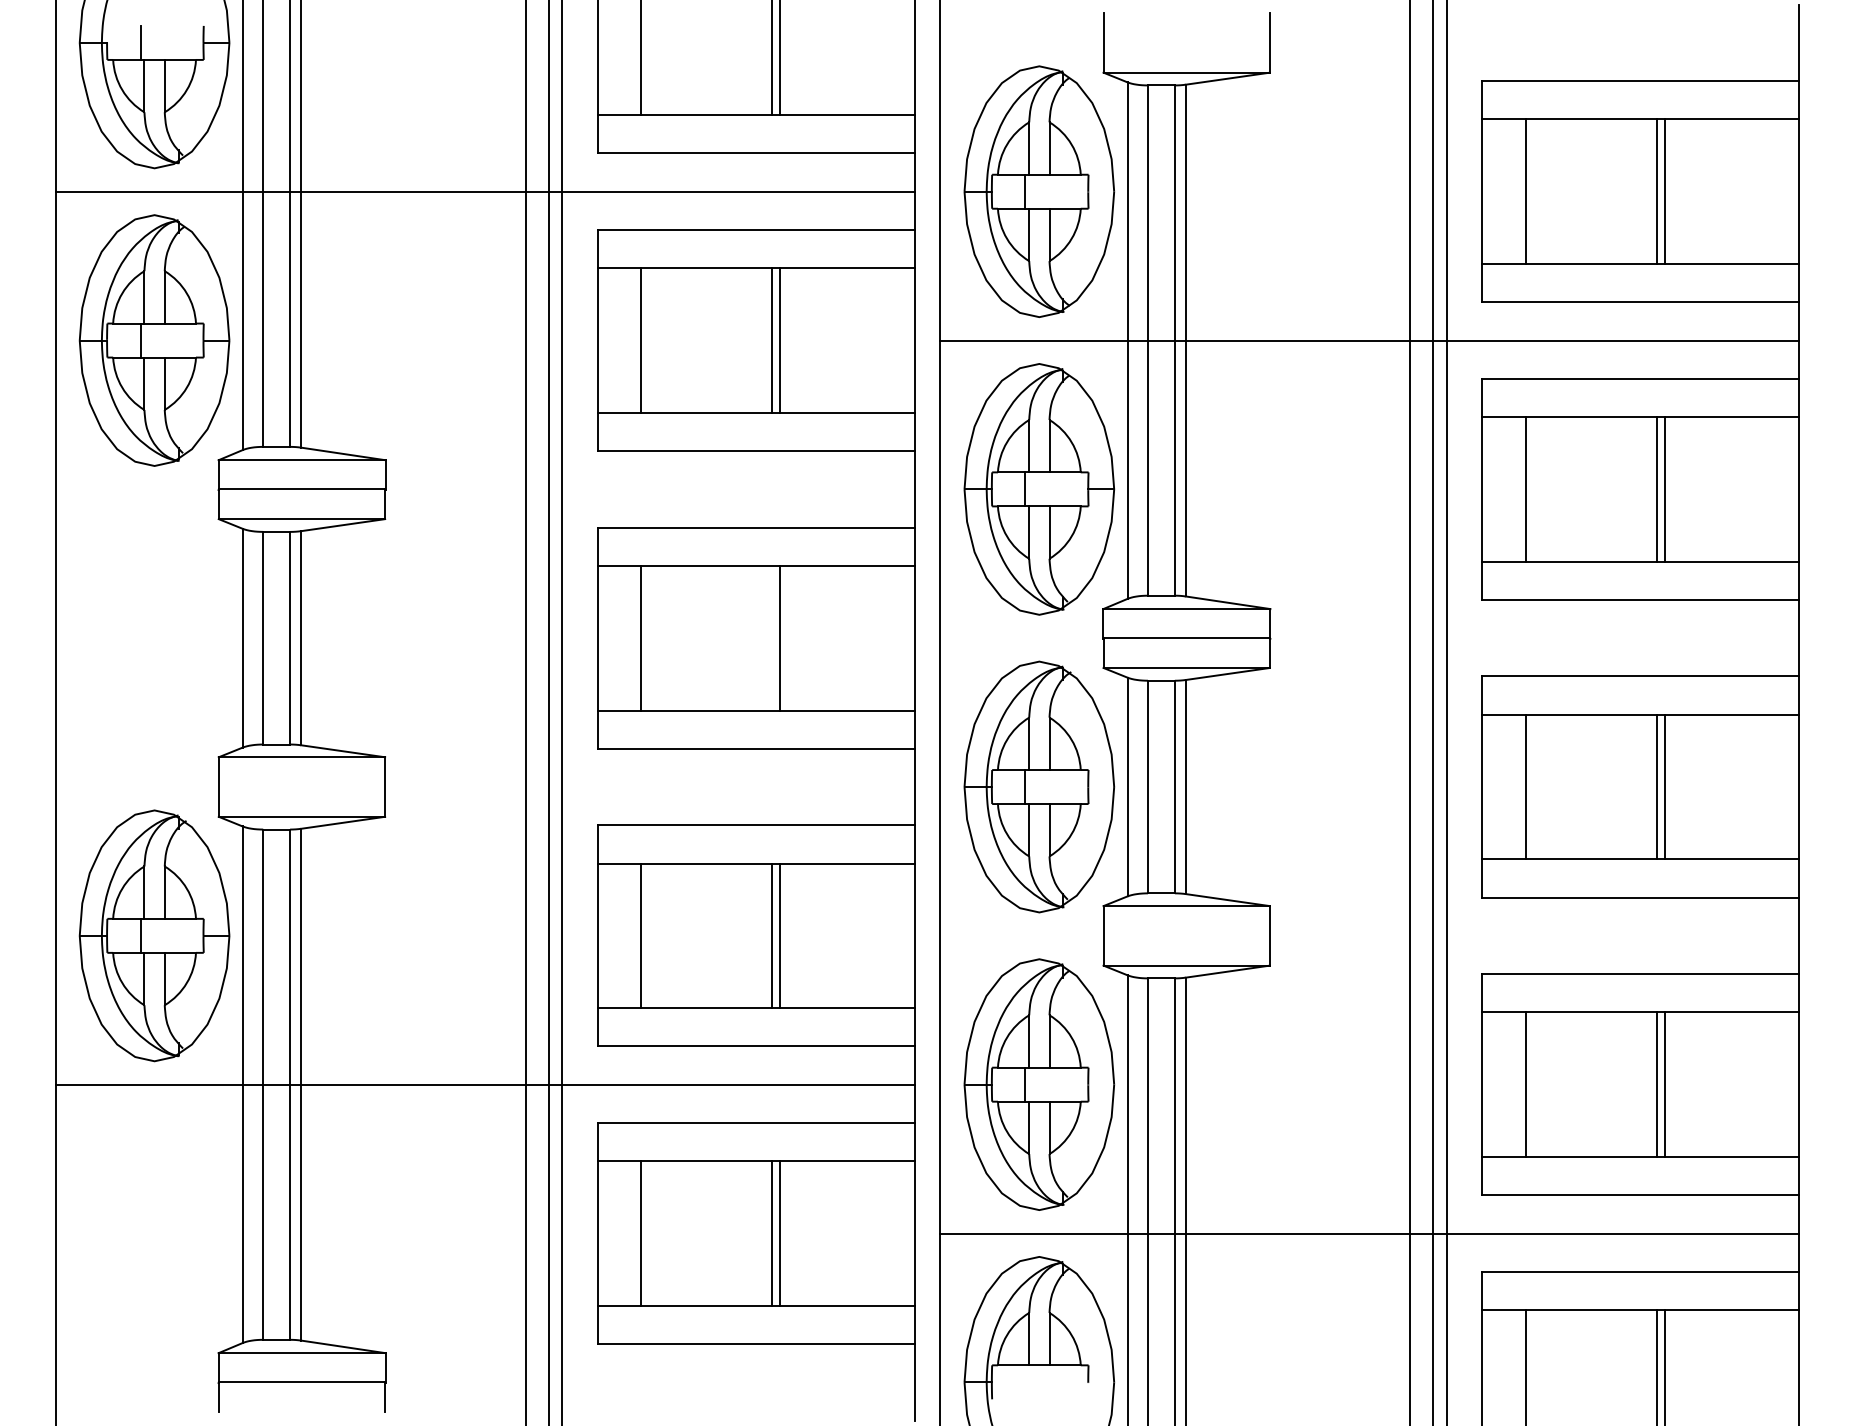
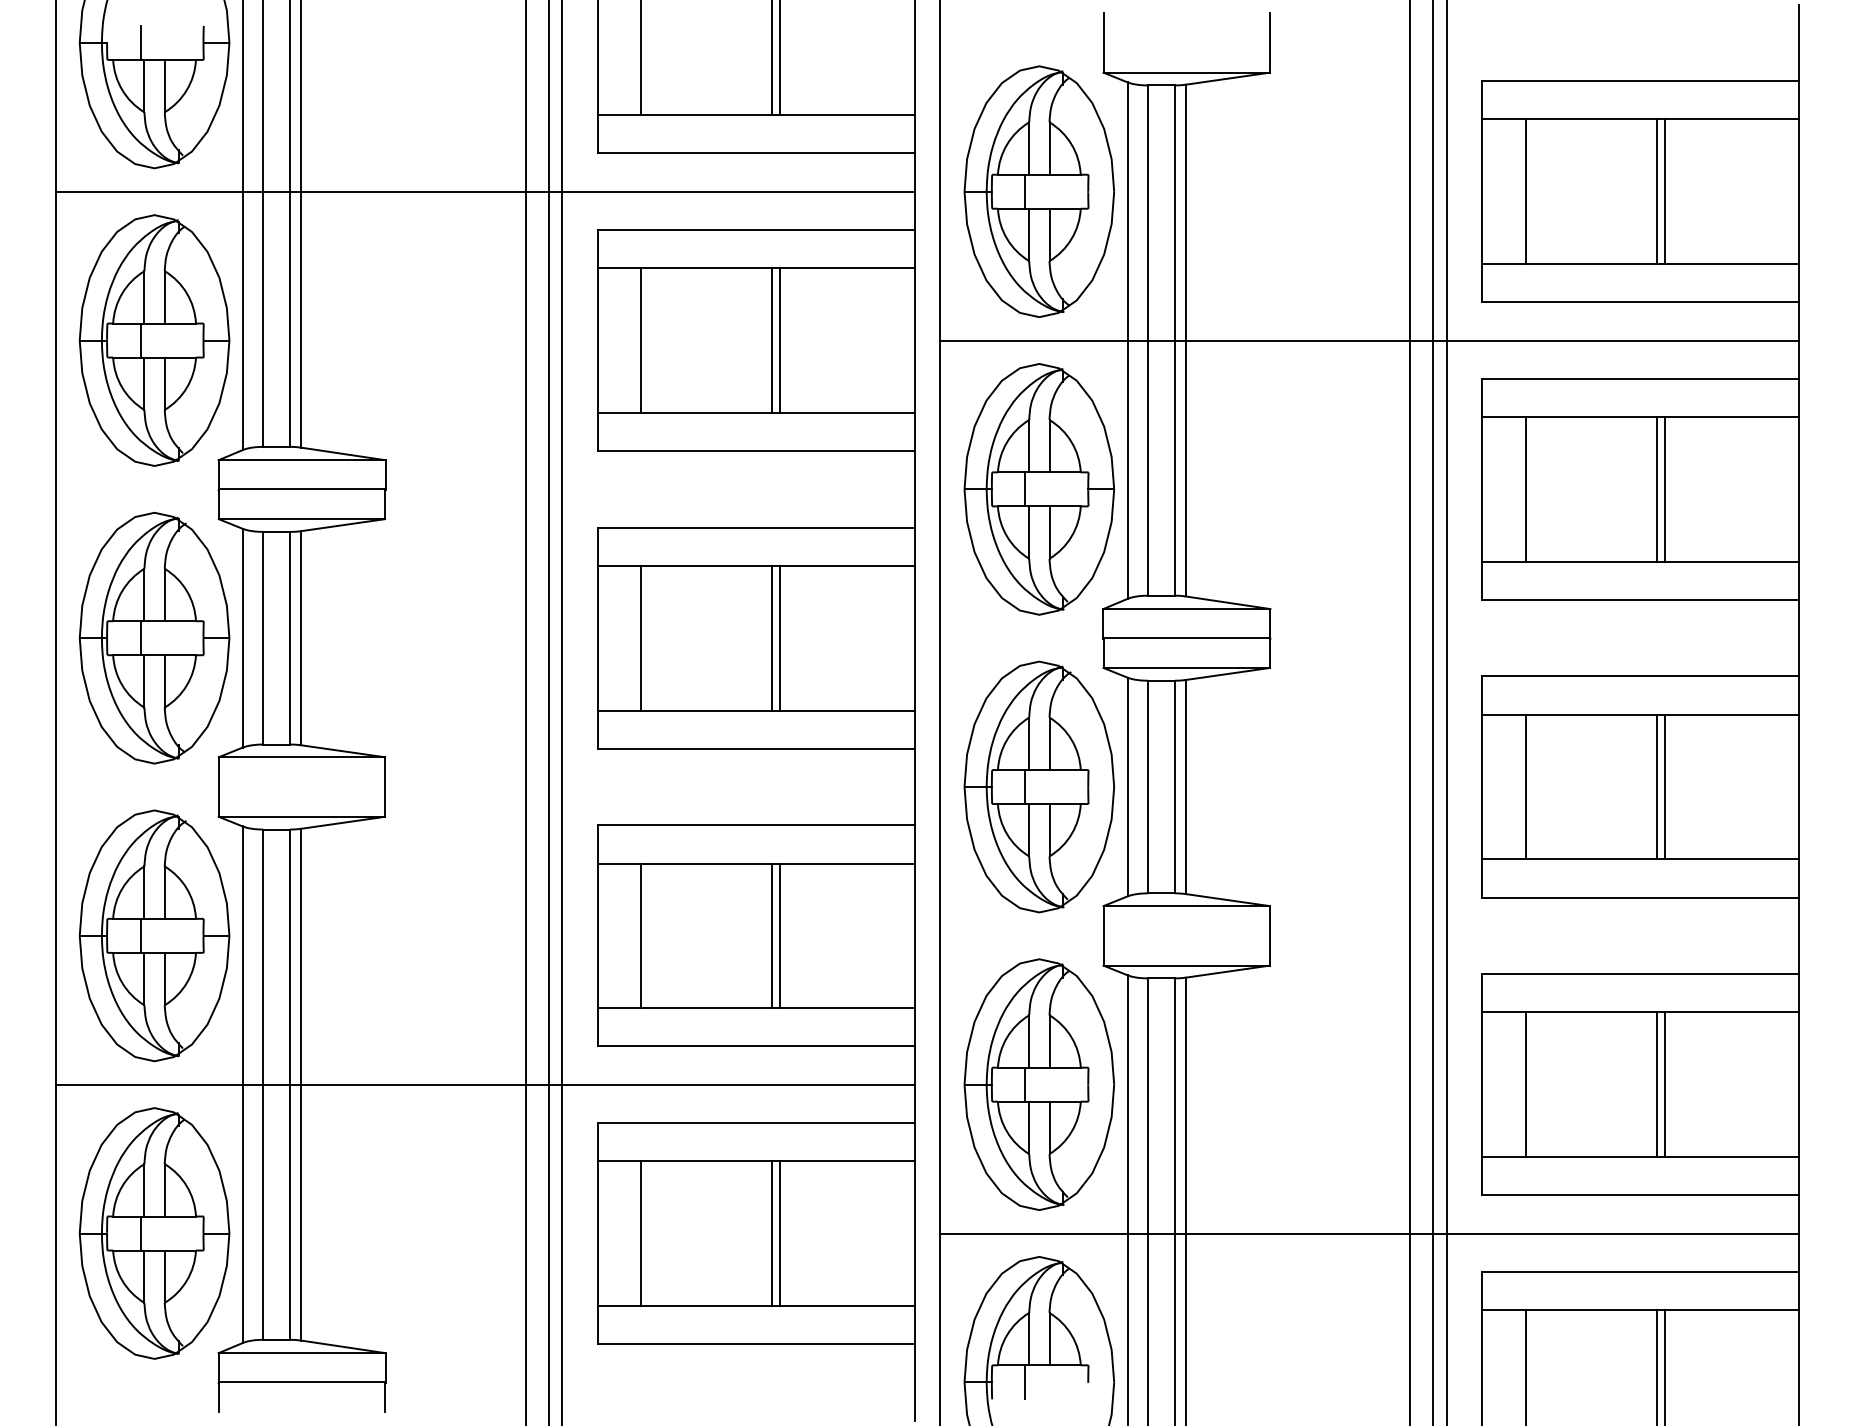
part at (154, 637): none -> present
line at (772, 637): none -> present
part at (154, 1233): none -> present
line at (1025, 1382): none -> present
